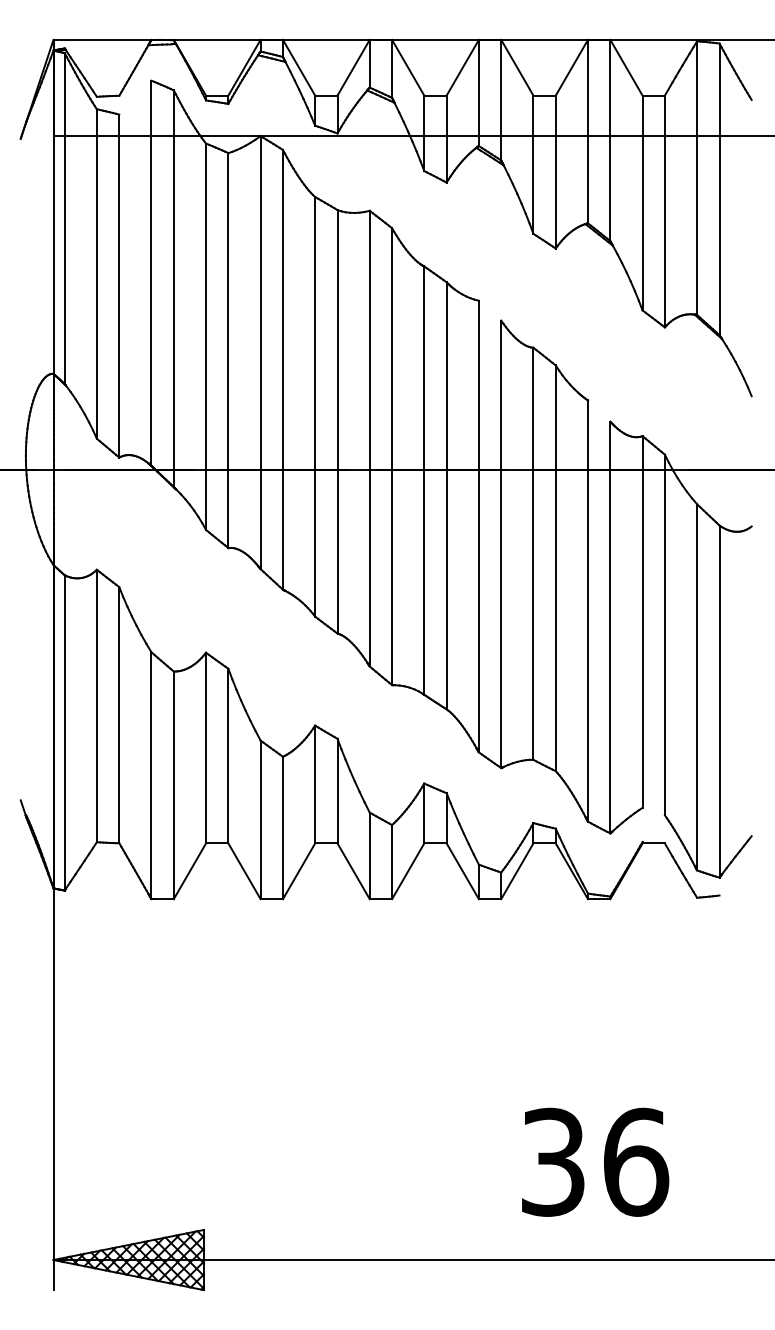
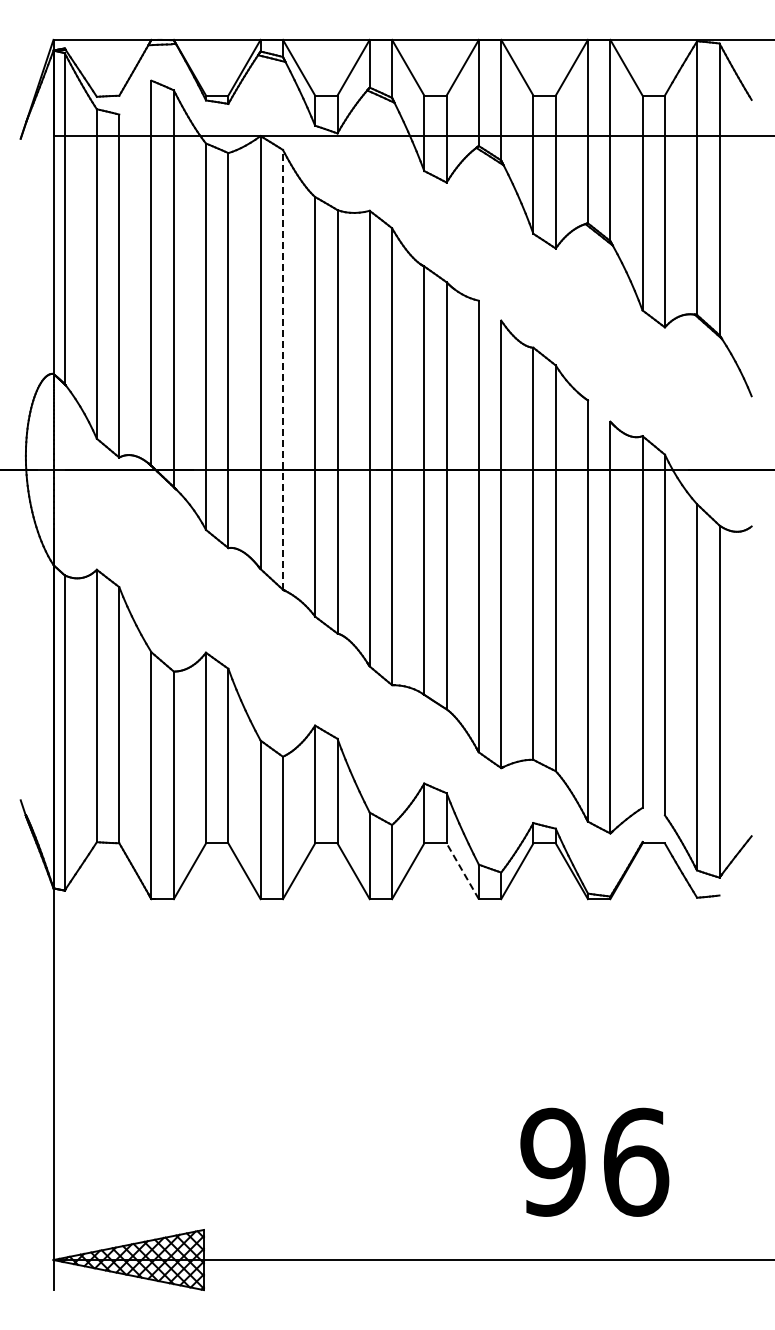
line at (282, 369): solid -> dashed
line at (462, 870): solid -> dashed
text at (552, 1161): 36 -> 96
